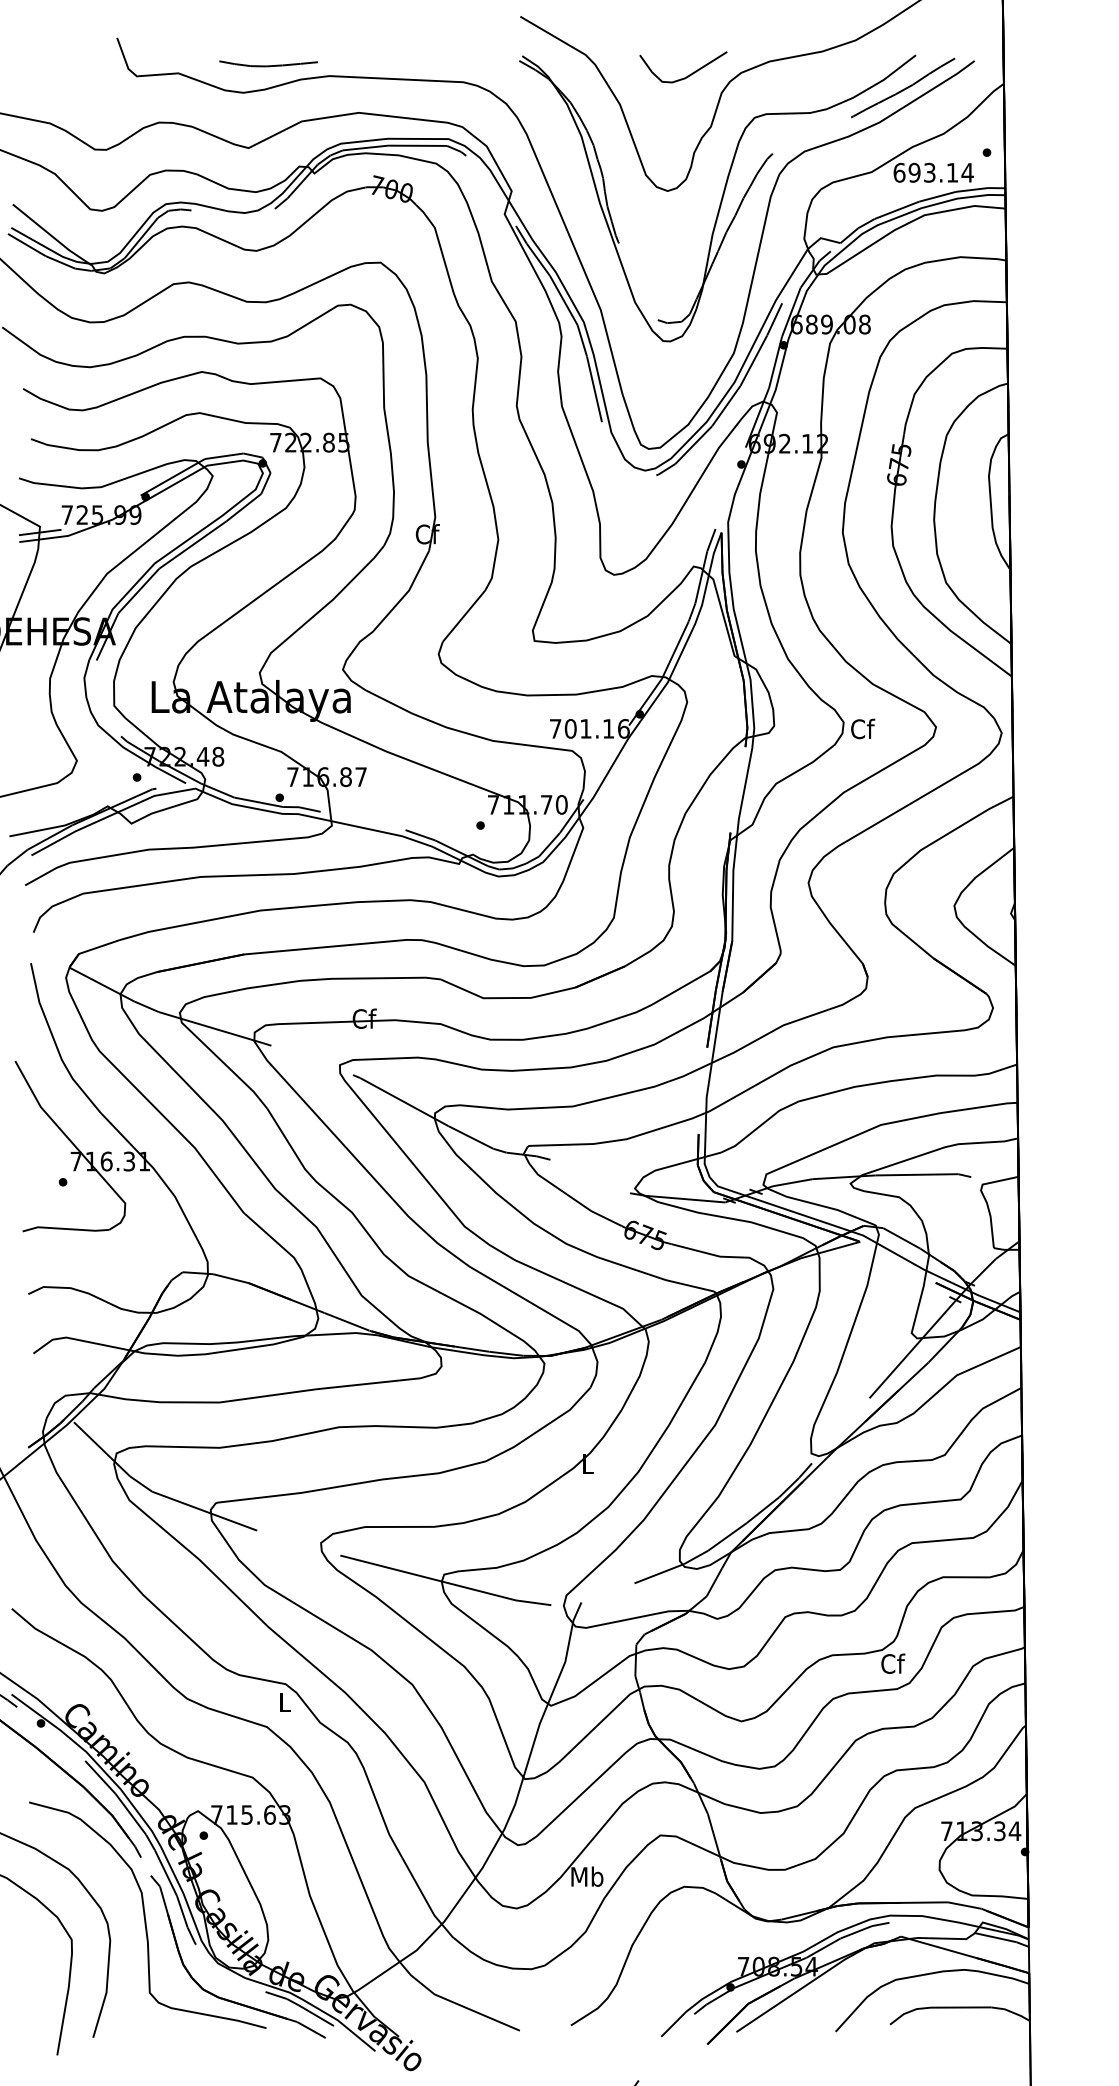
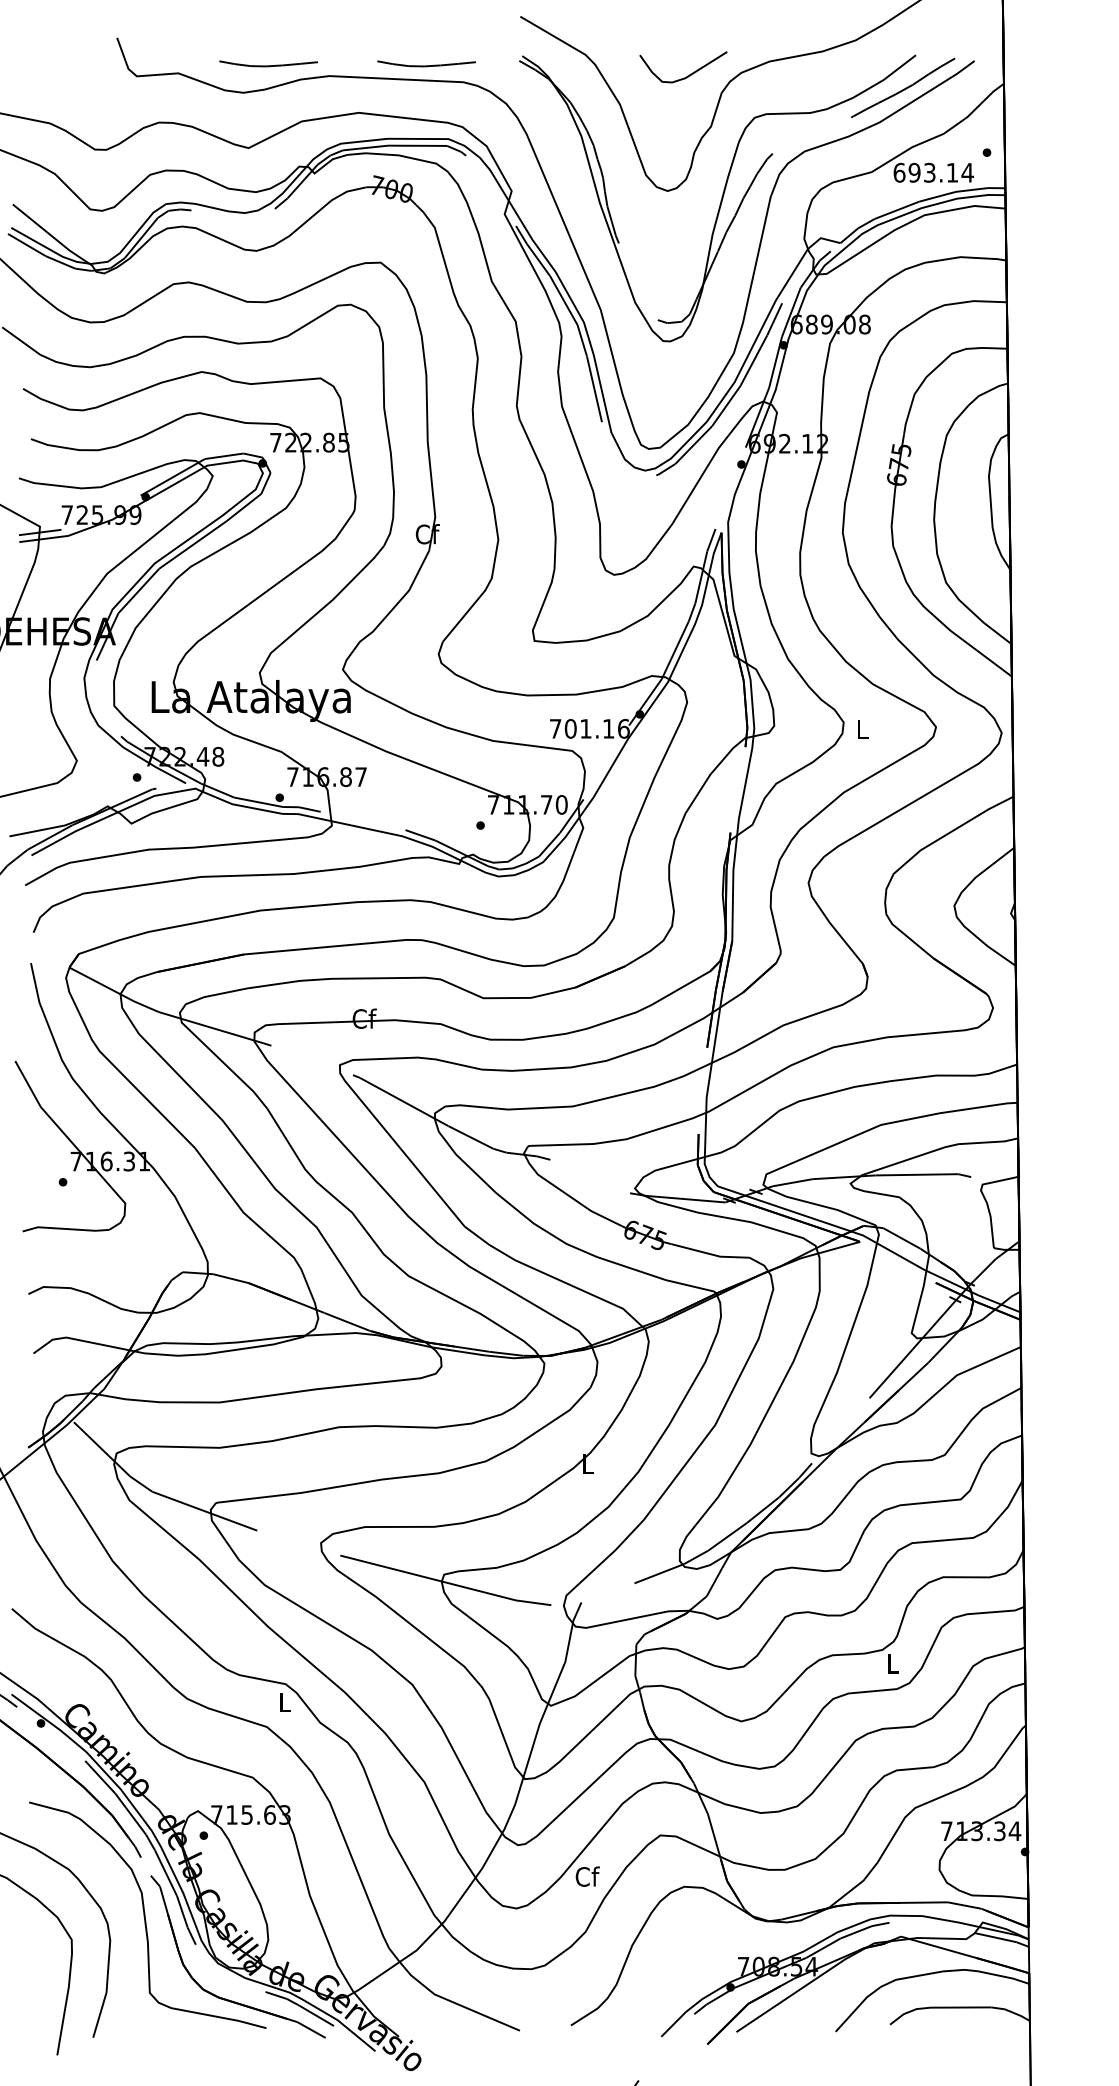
curve at (426, 65): none -> present
text at (863, 728): Cf -> L
text at (893, 1663): Cf -> L
text at (587, 1876): Mb -> Cf
